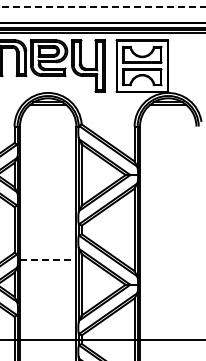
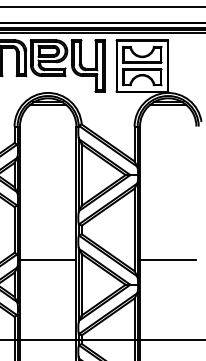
line at (103, 7): dashed -> solid
line at (48, 259): dashed -> solid
line at (168, 259): none -> present
